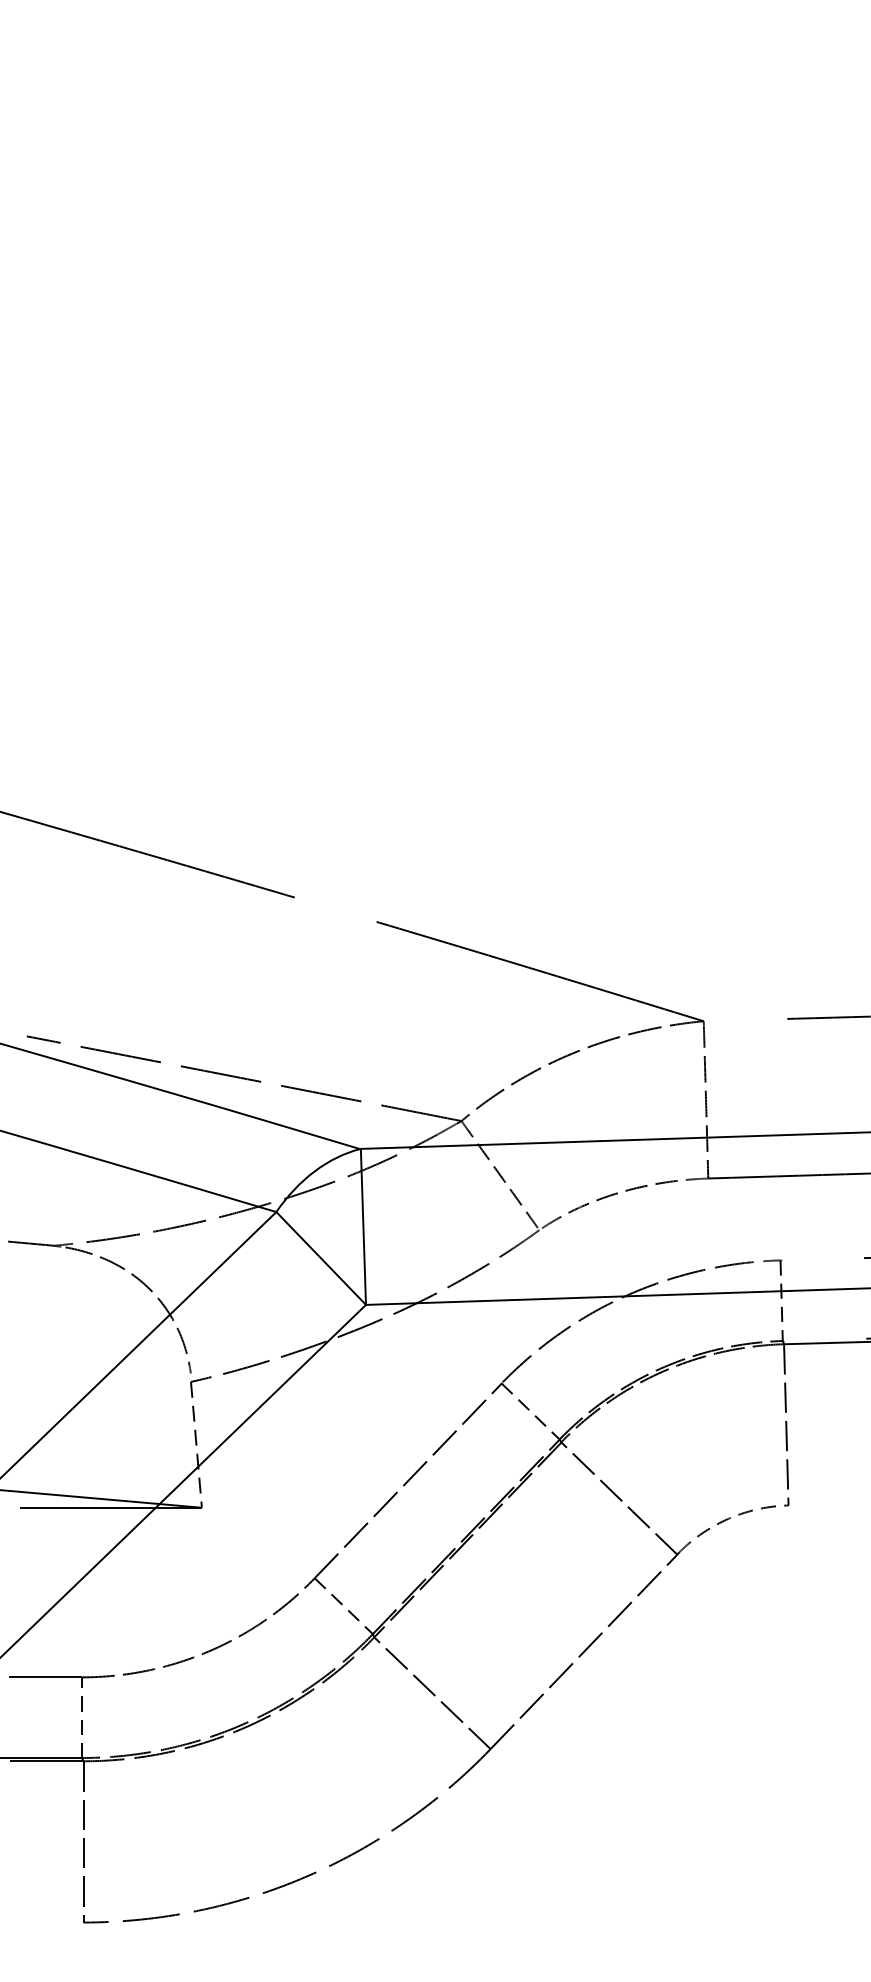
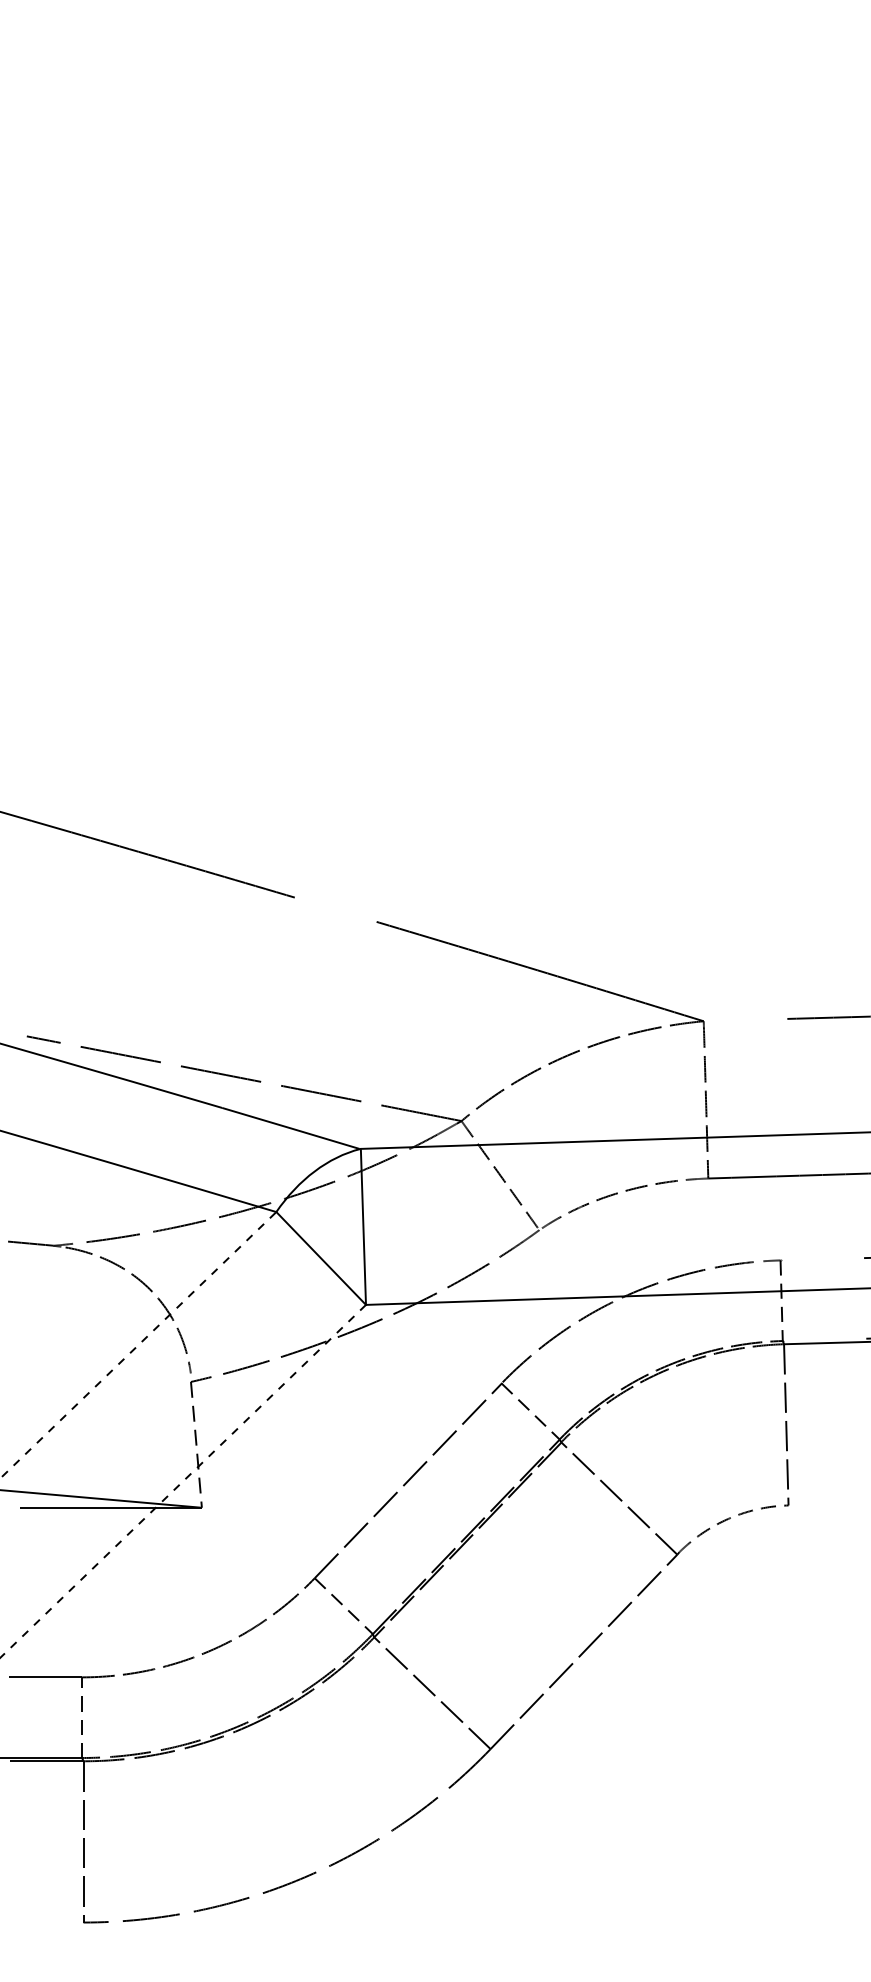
line at (138, 1345): solid -> dashed
line at (182, 1481): solid -> dashed
